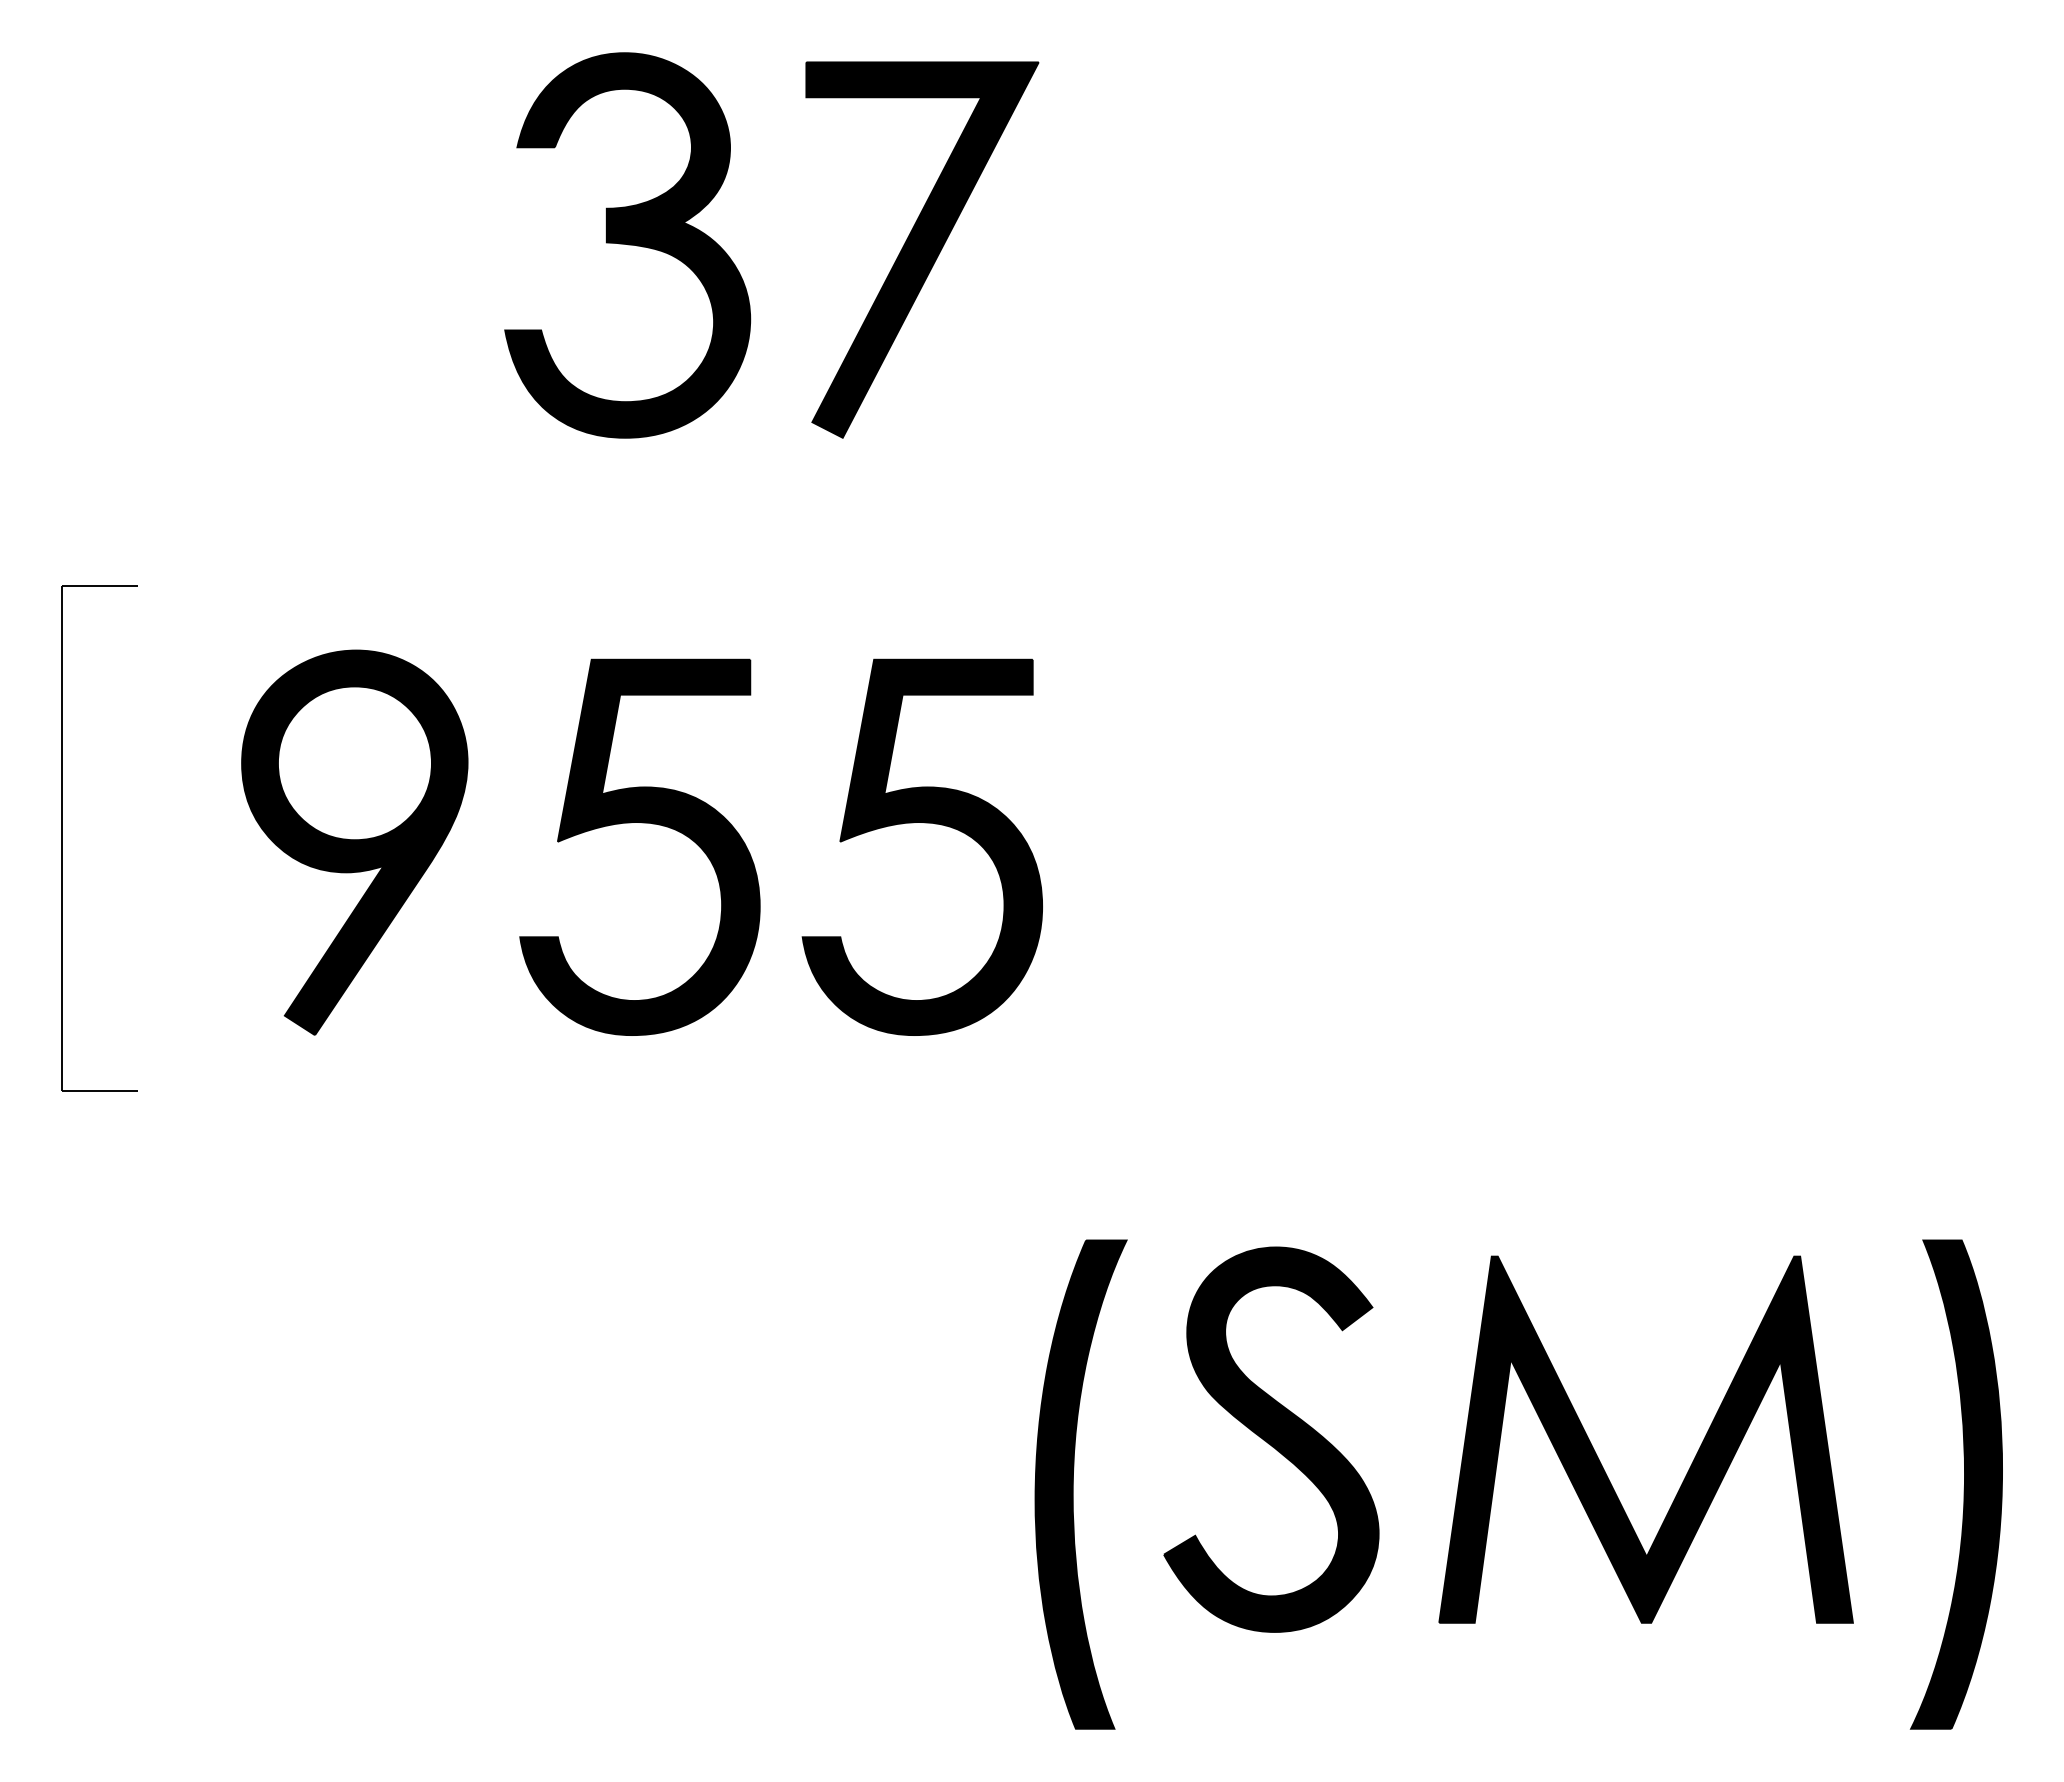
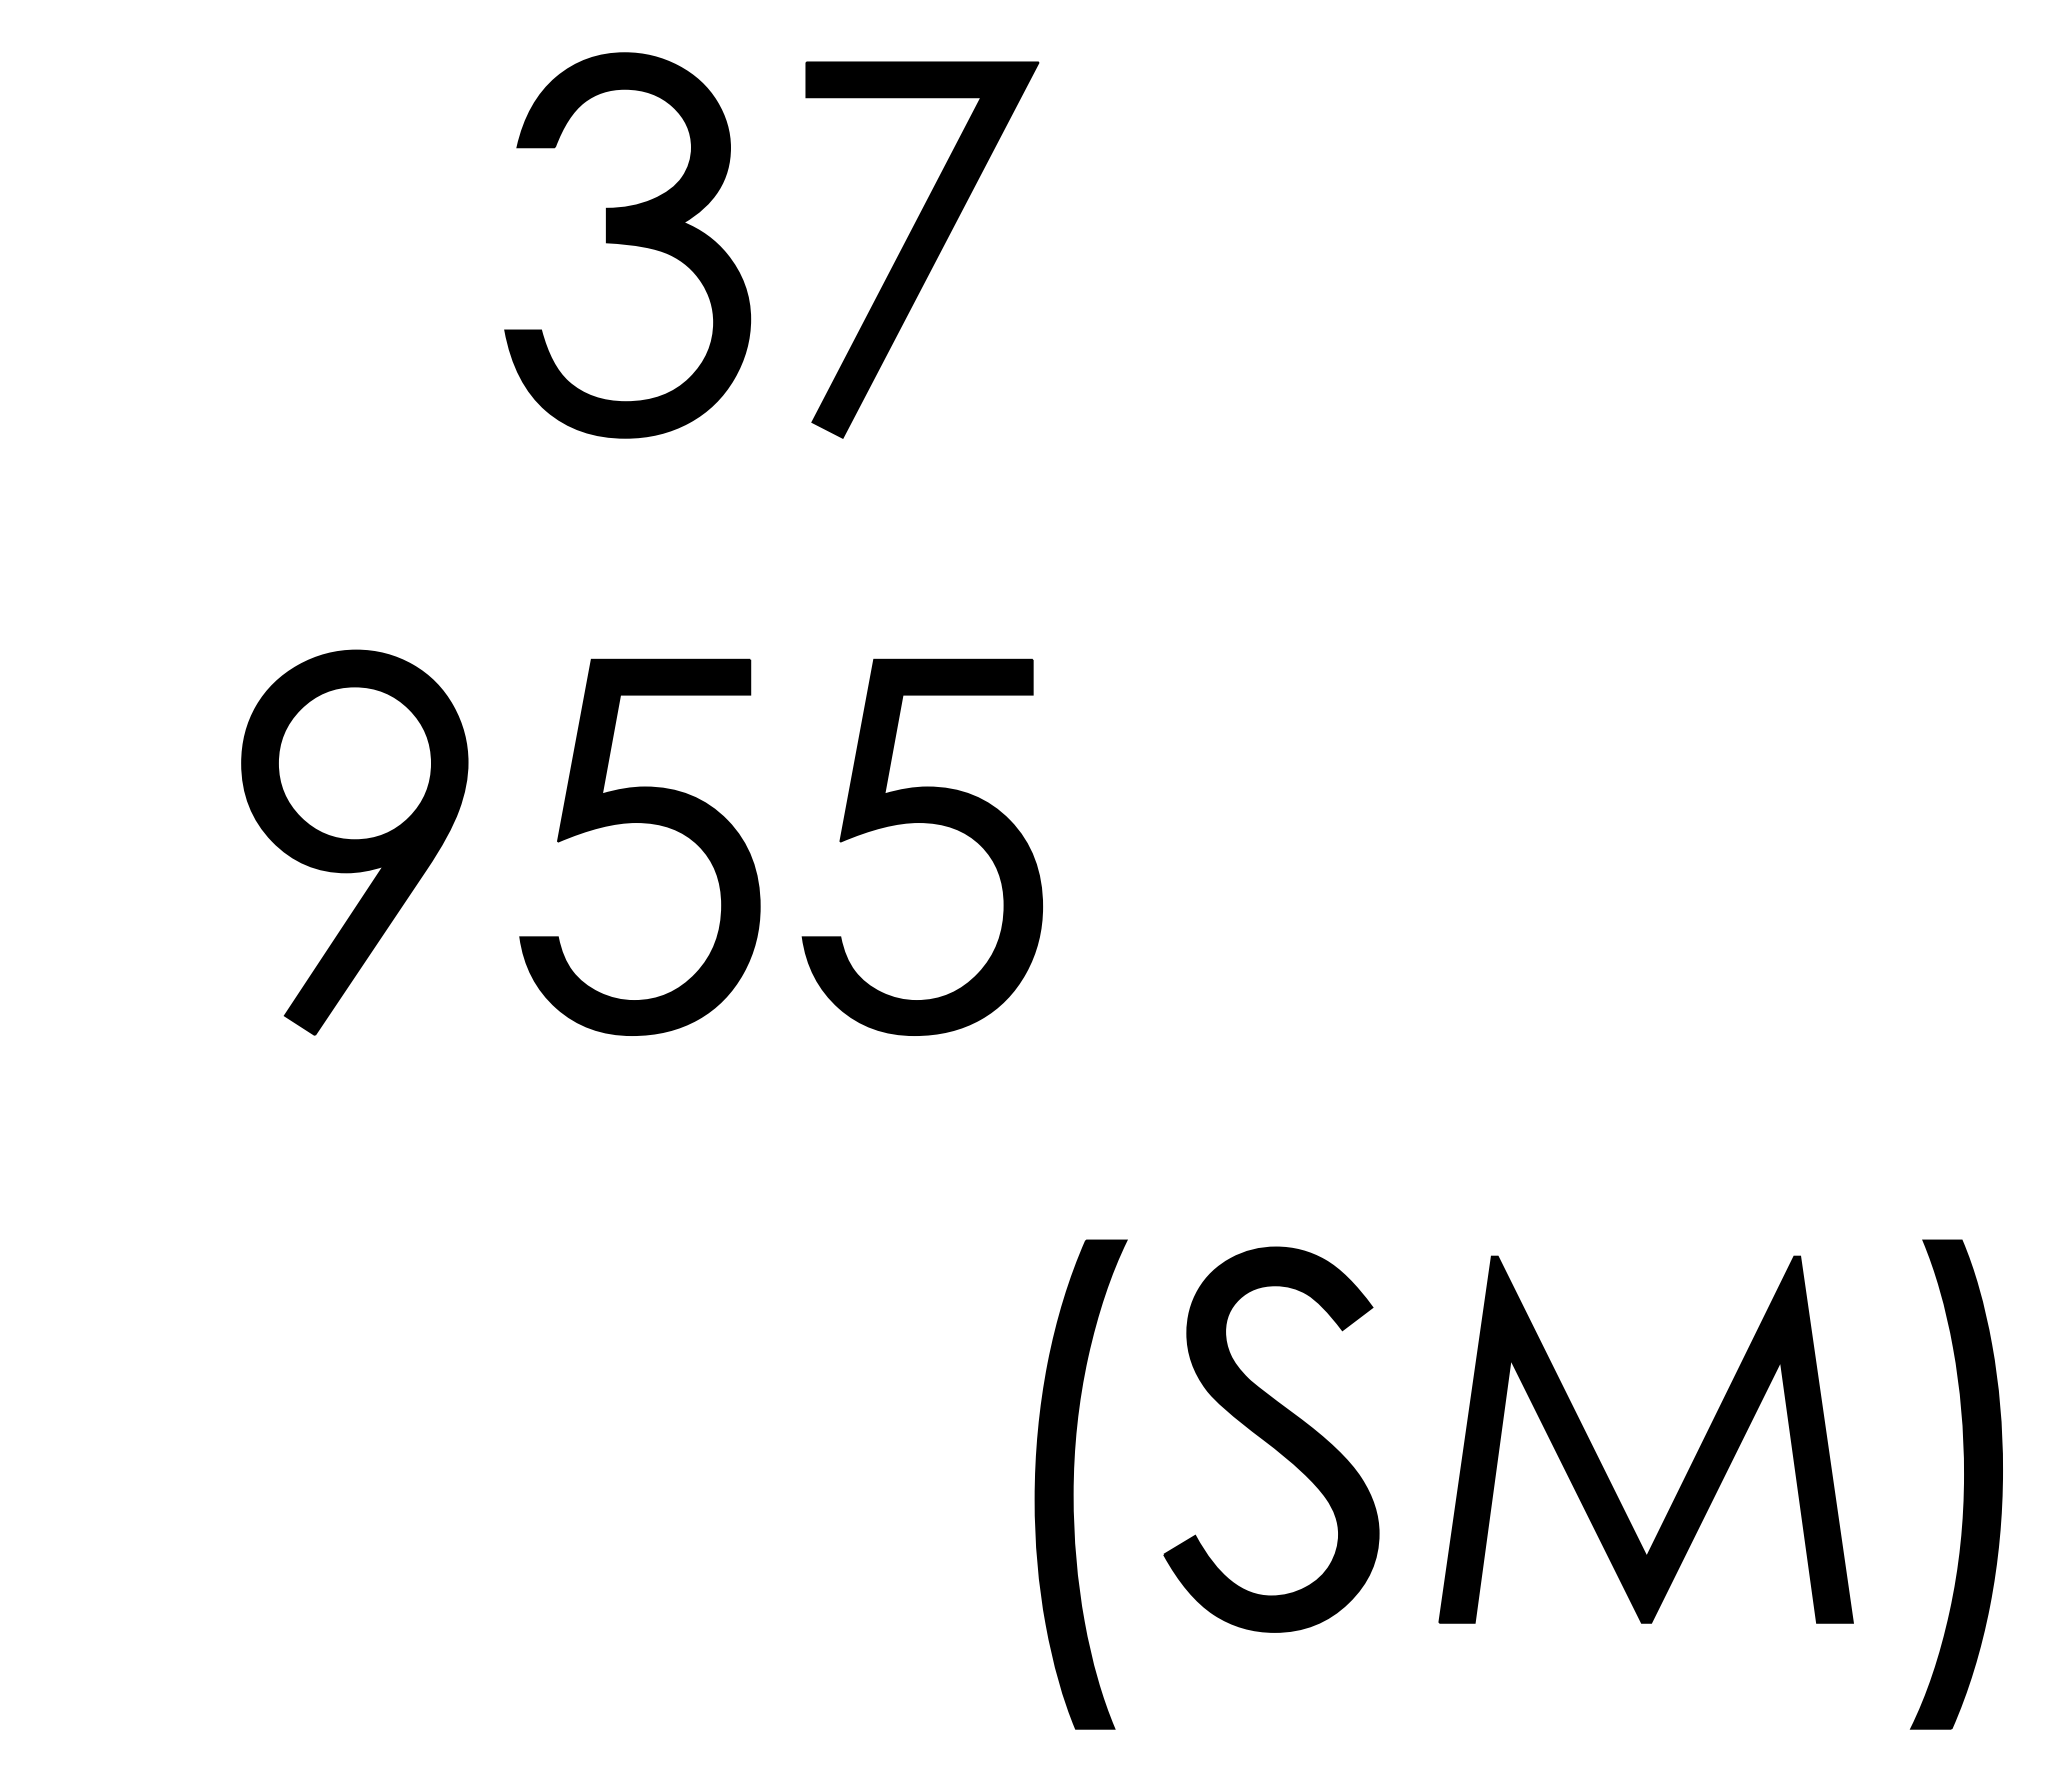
part at (62, 838): present -> none
